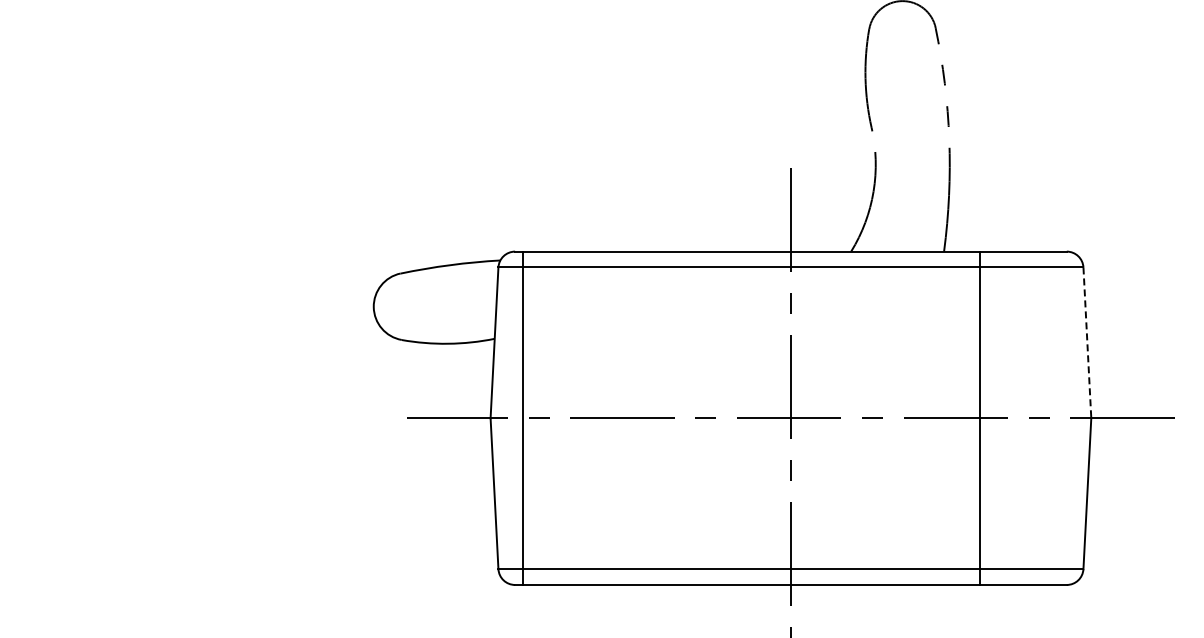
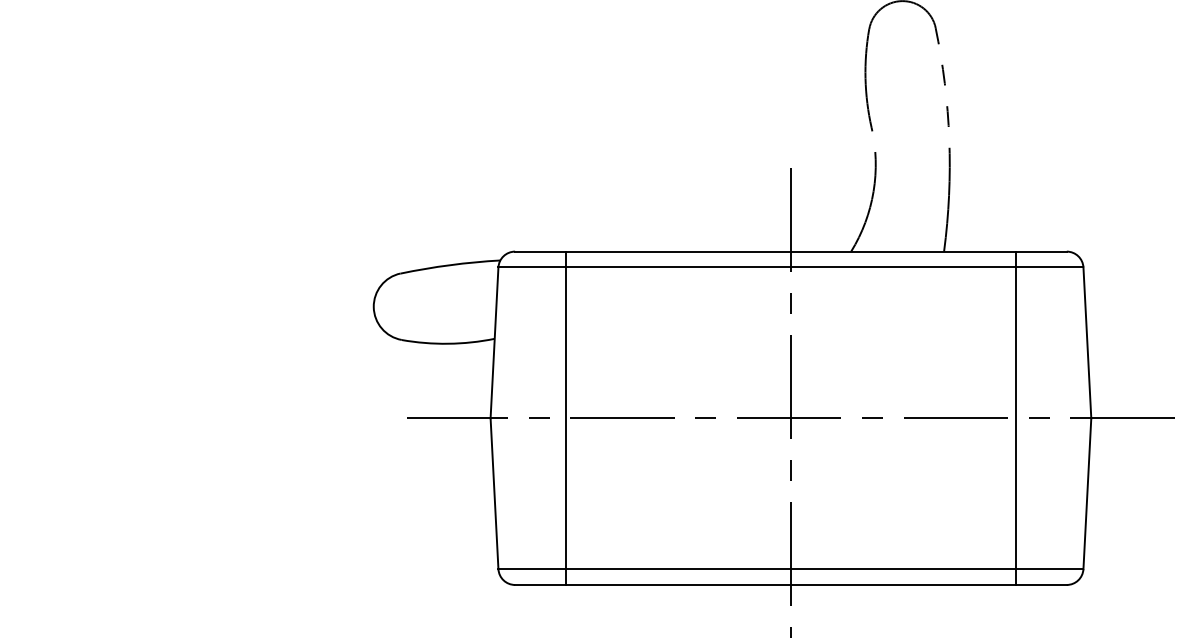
line at (1087, 342): dashed -> solid
line at (522, 417) position: (522, 417) -> (565, 417)
line at (979, 417) position: (979, 417) -> (1015, 417)
